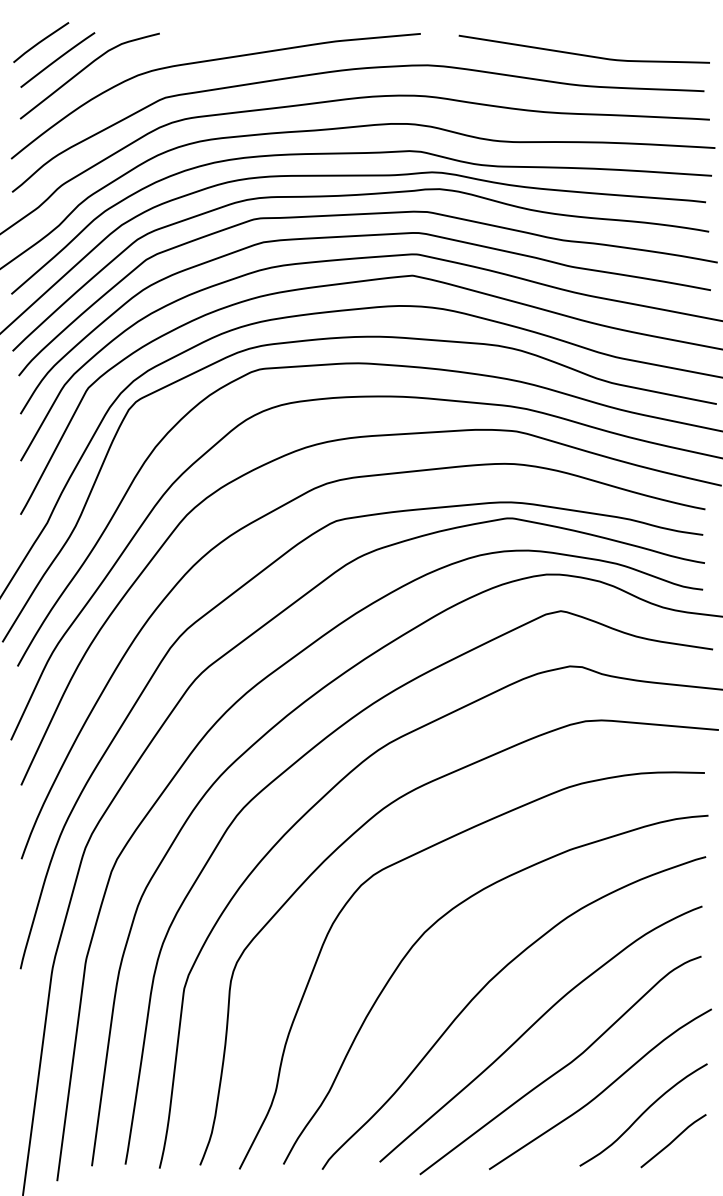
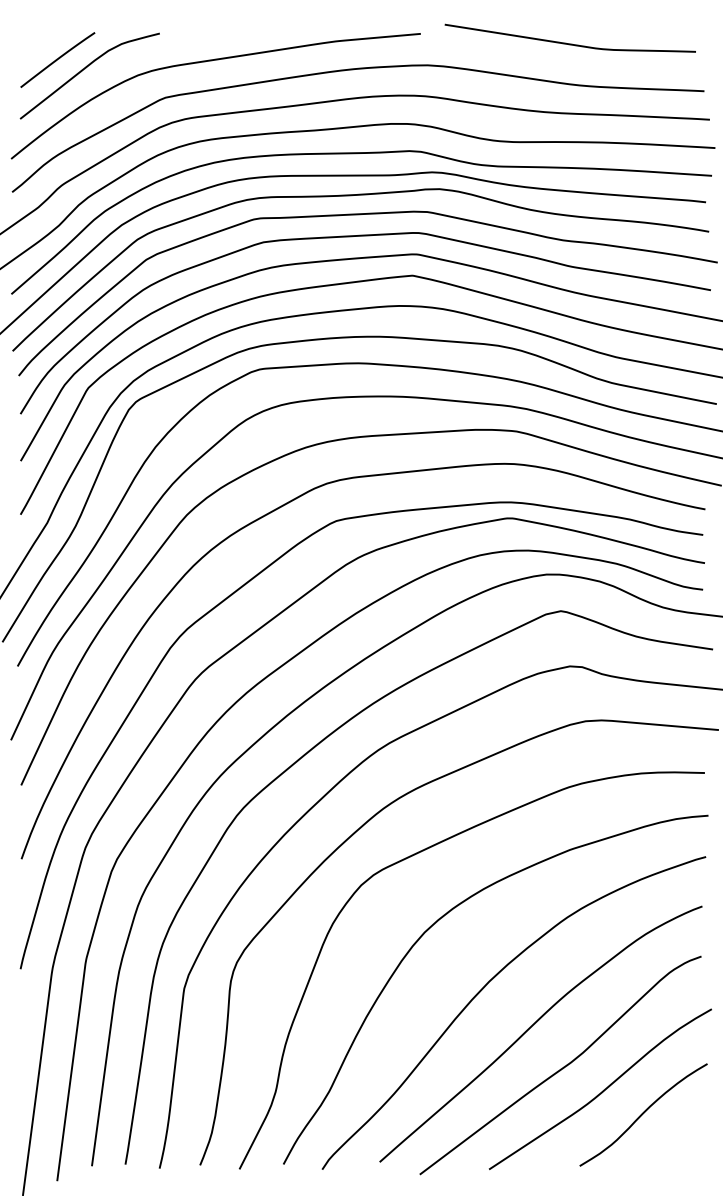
line at (41, 42): present -> none
curve at (580, 53) position: (580, 53) -> (566, 42)
curve at (673, 1141): present -> none
